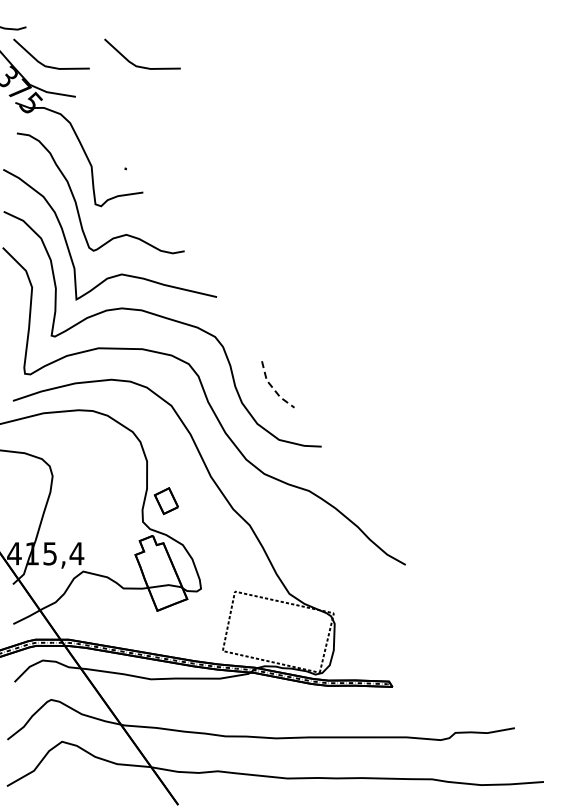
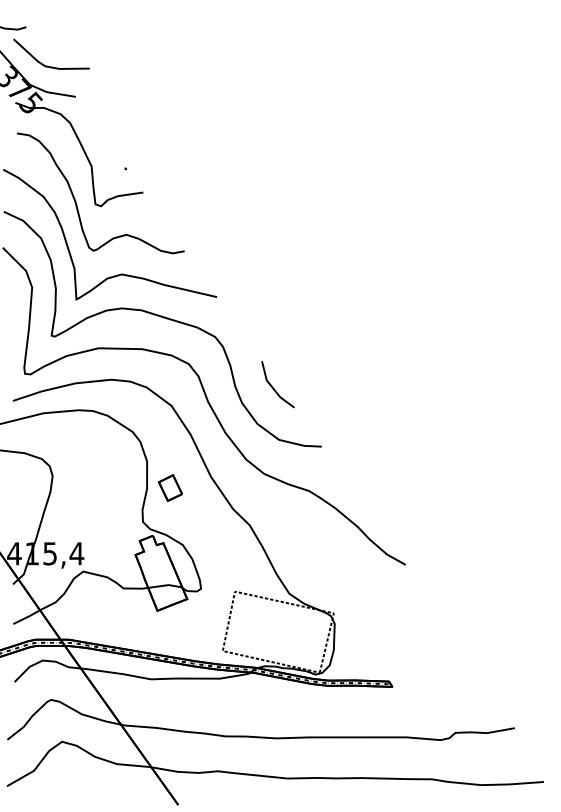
line at (138, 65): present -> none
line at (272, 388): dashed -> solid
part at (165, 501) position: (165, 501) -> (169, 488)
